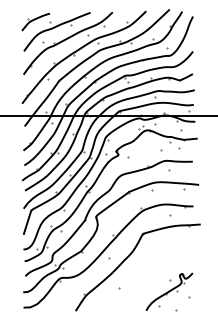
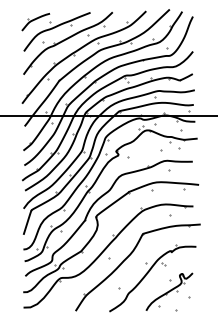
part at (148, 273): none -> present
